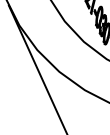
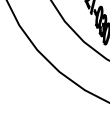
line at (36, 68): present -> none
